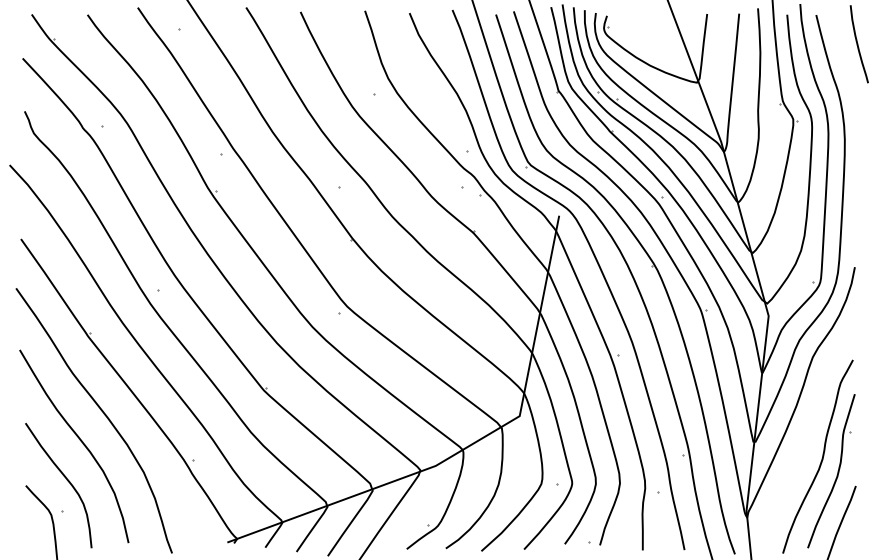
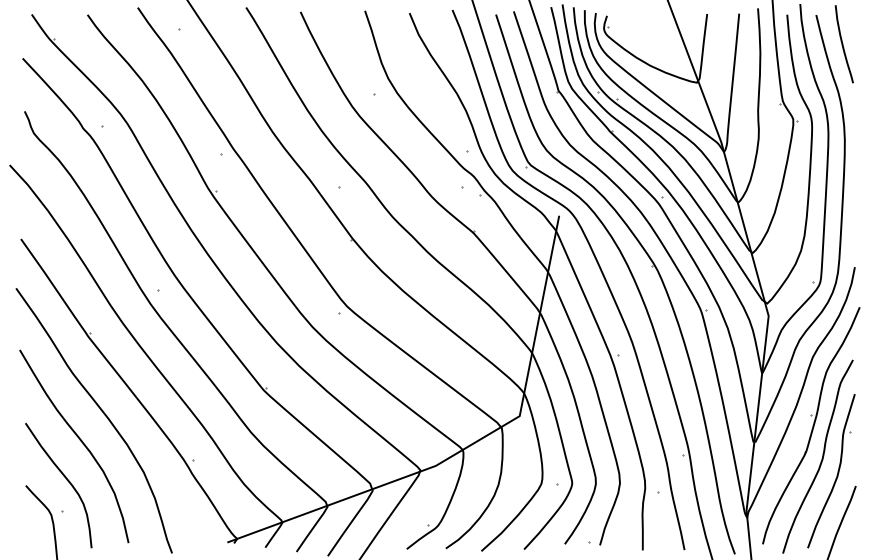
curve at (858, 44) position: (858, 44) -> (843, 44)
part at (811, 425): none -> present
